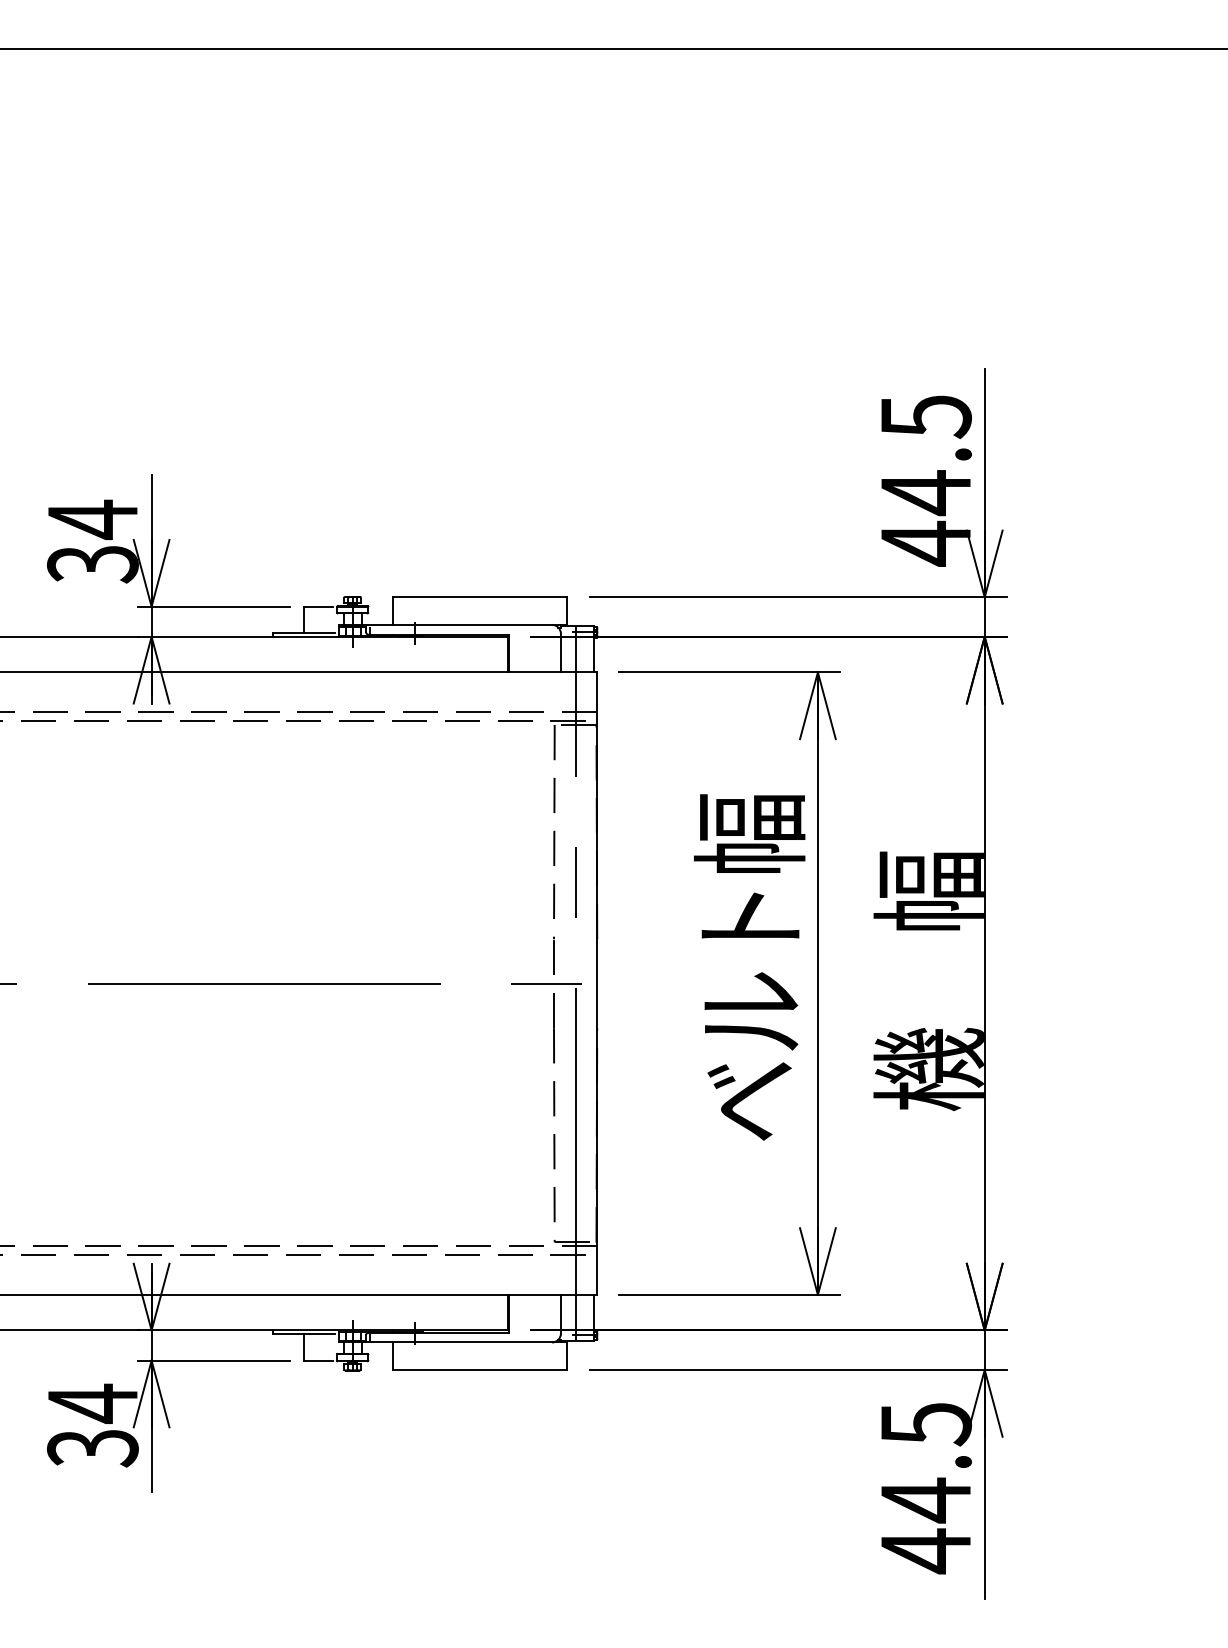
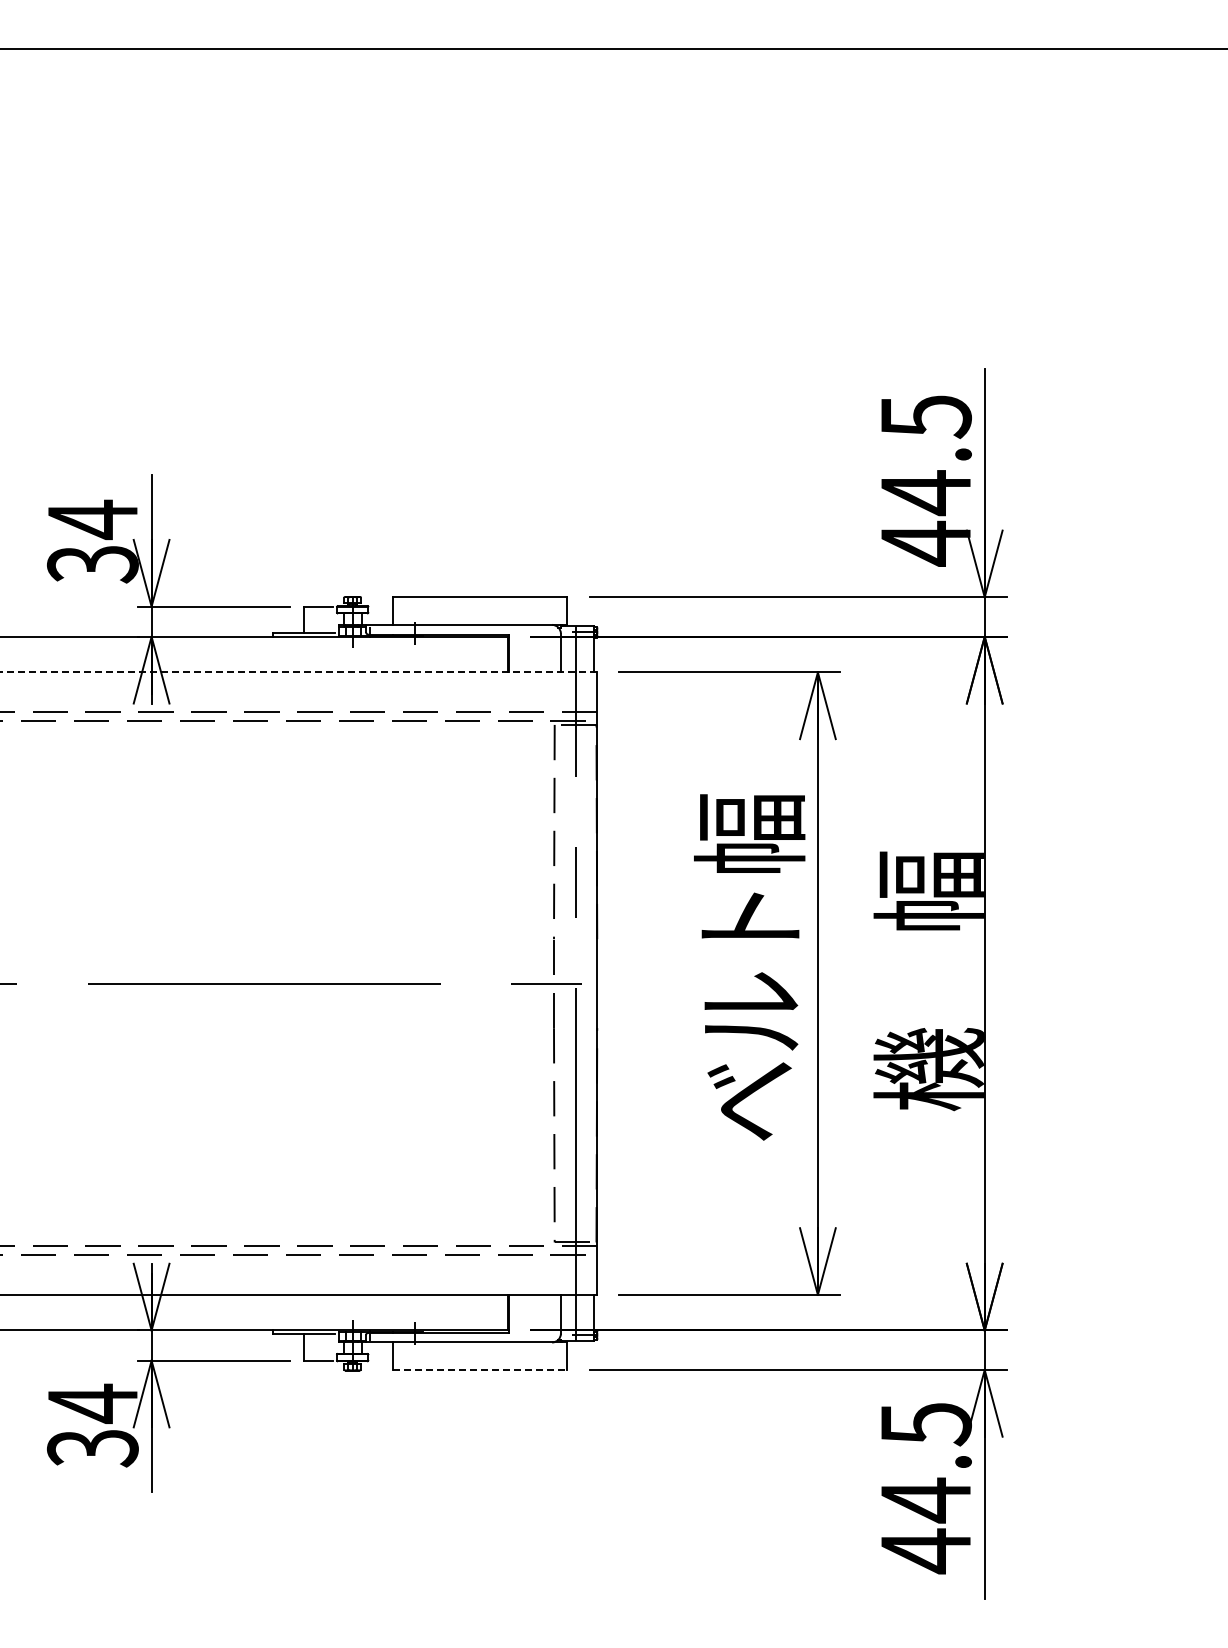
line at (298, 672): solid -> dashed
line at (480, 1370): solid -> dashed
